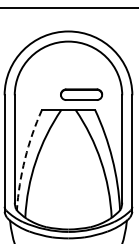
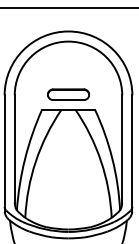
part at (81, 94) position: (81, 94) -> (68, 94)
arc at (25, 158): dashed -> solid
